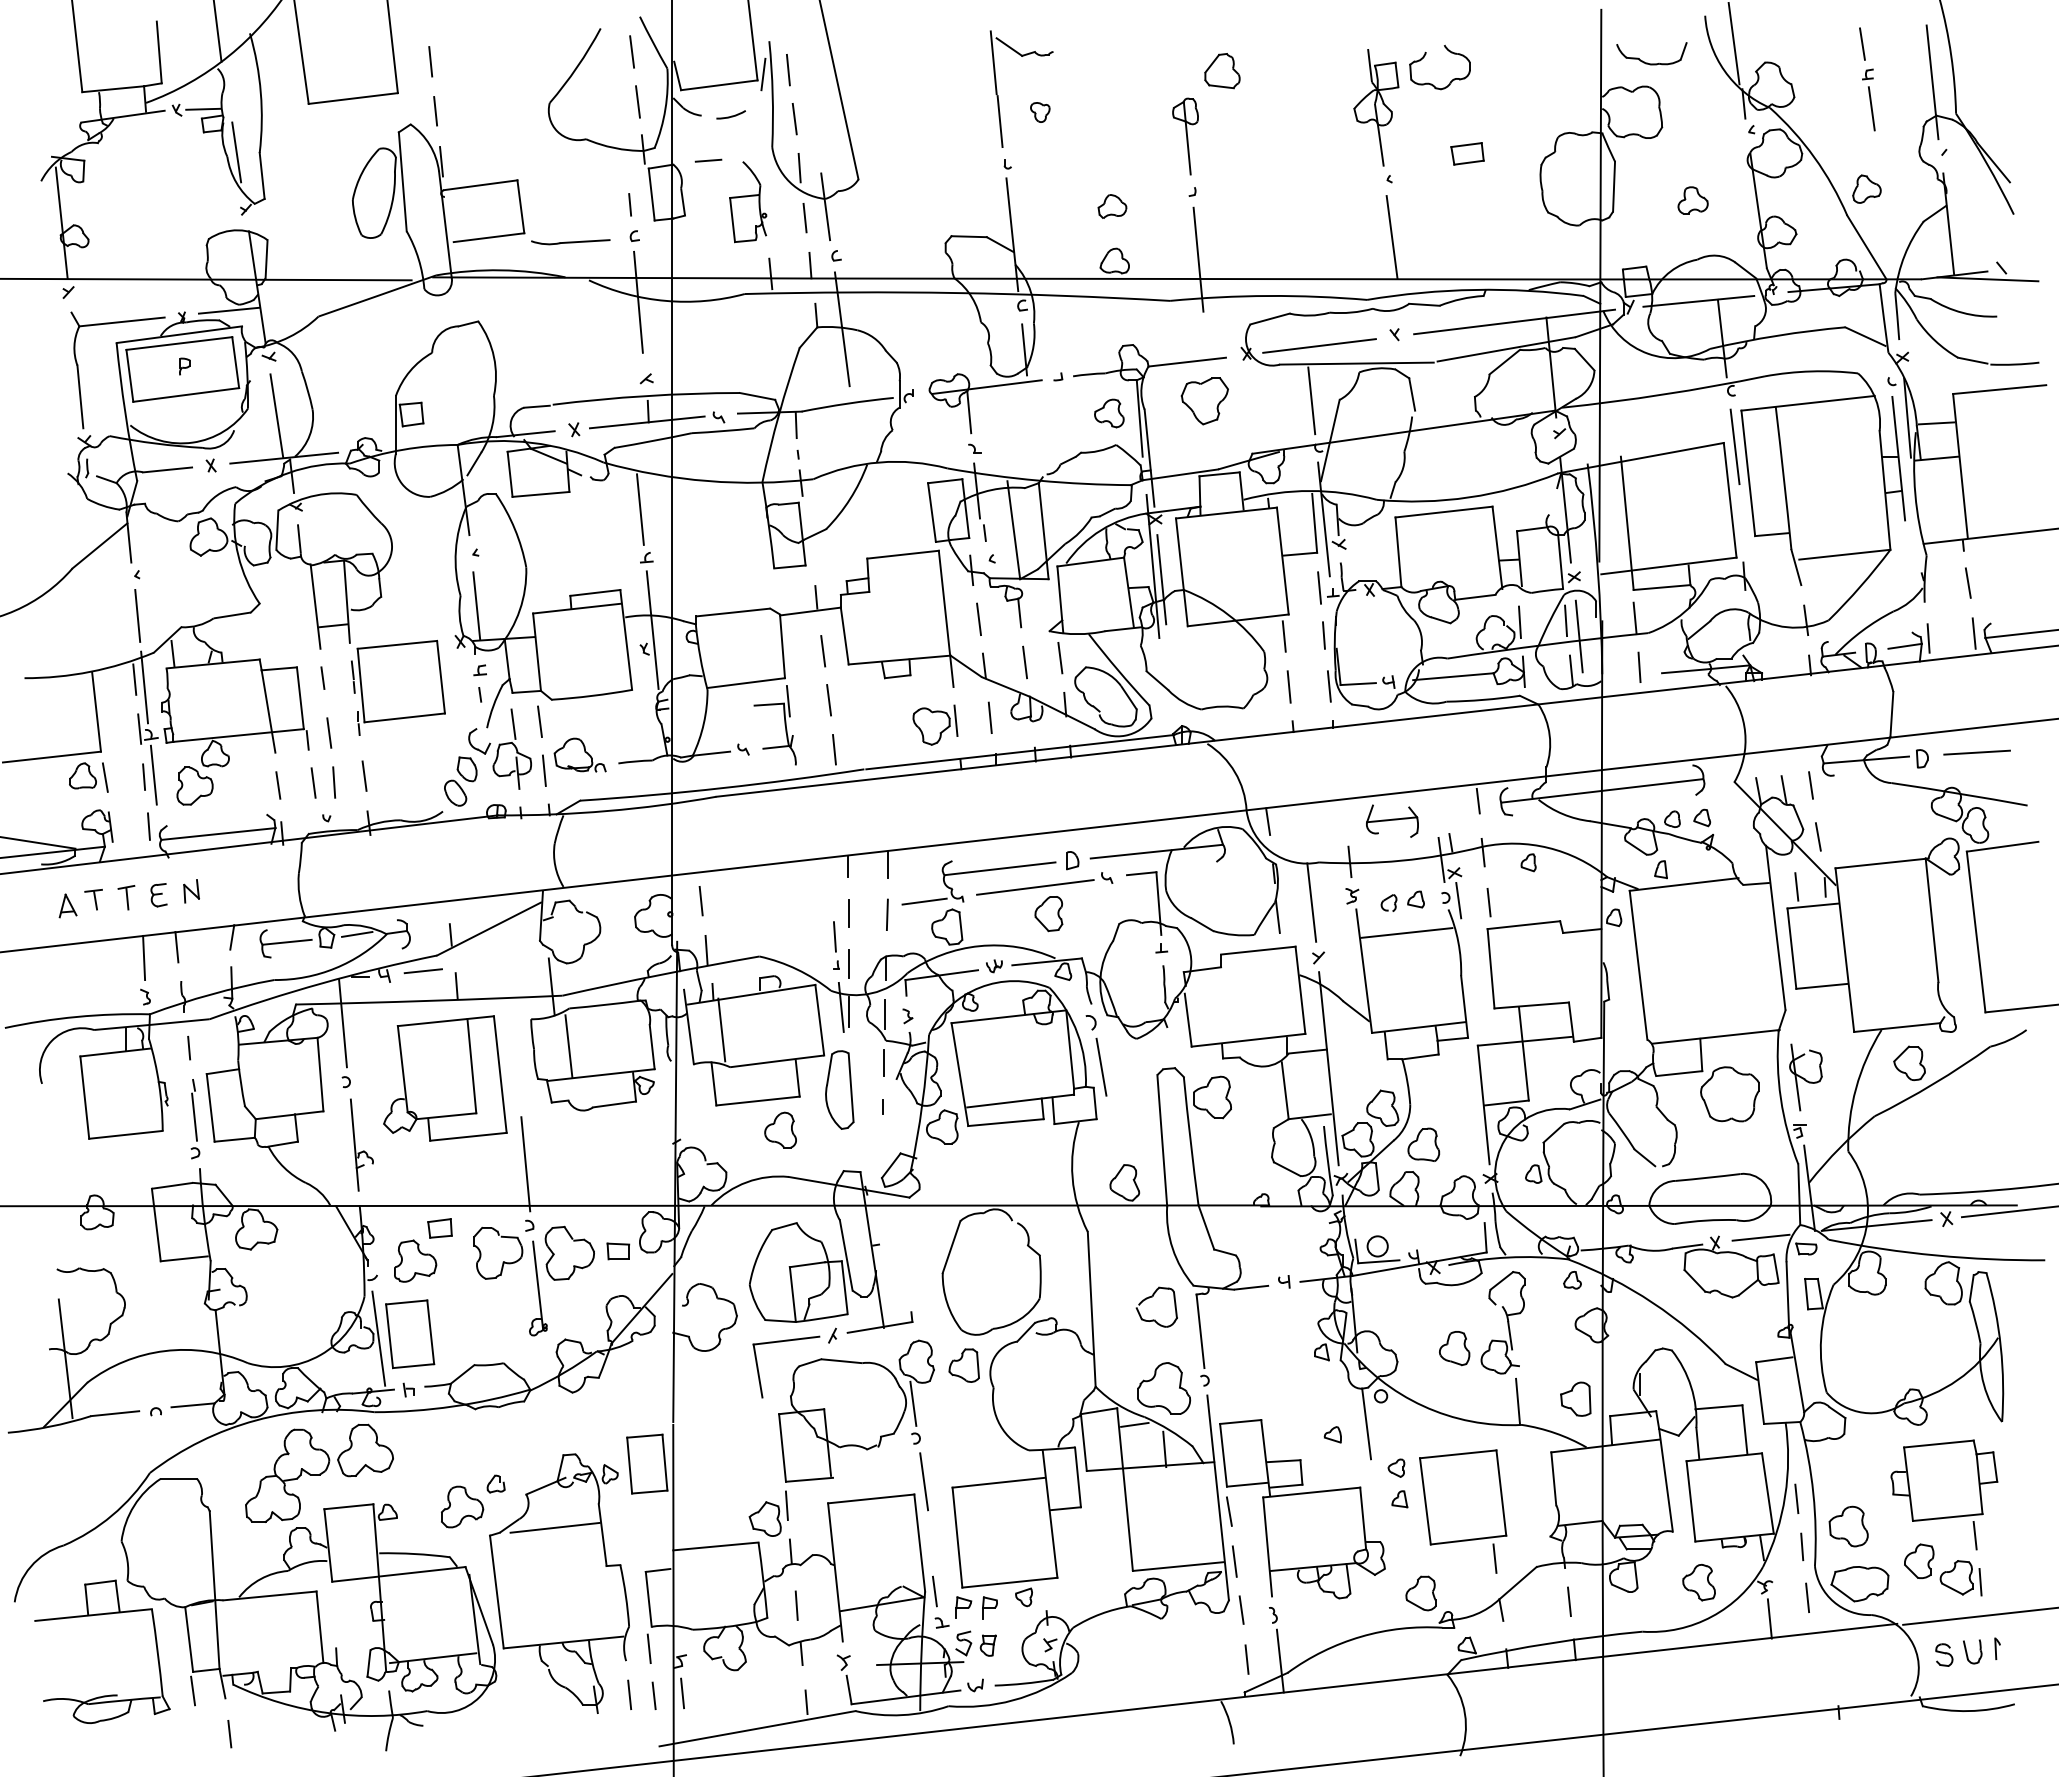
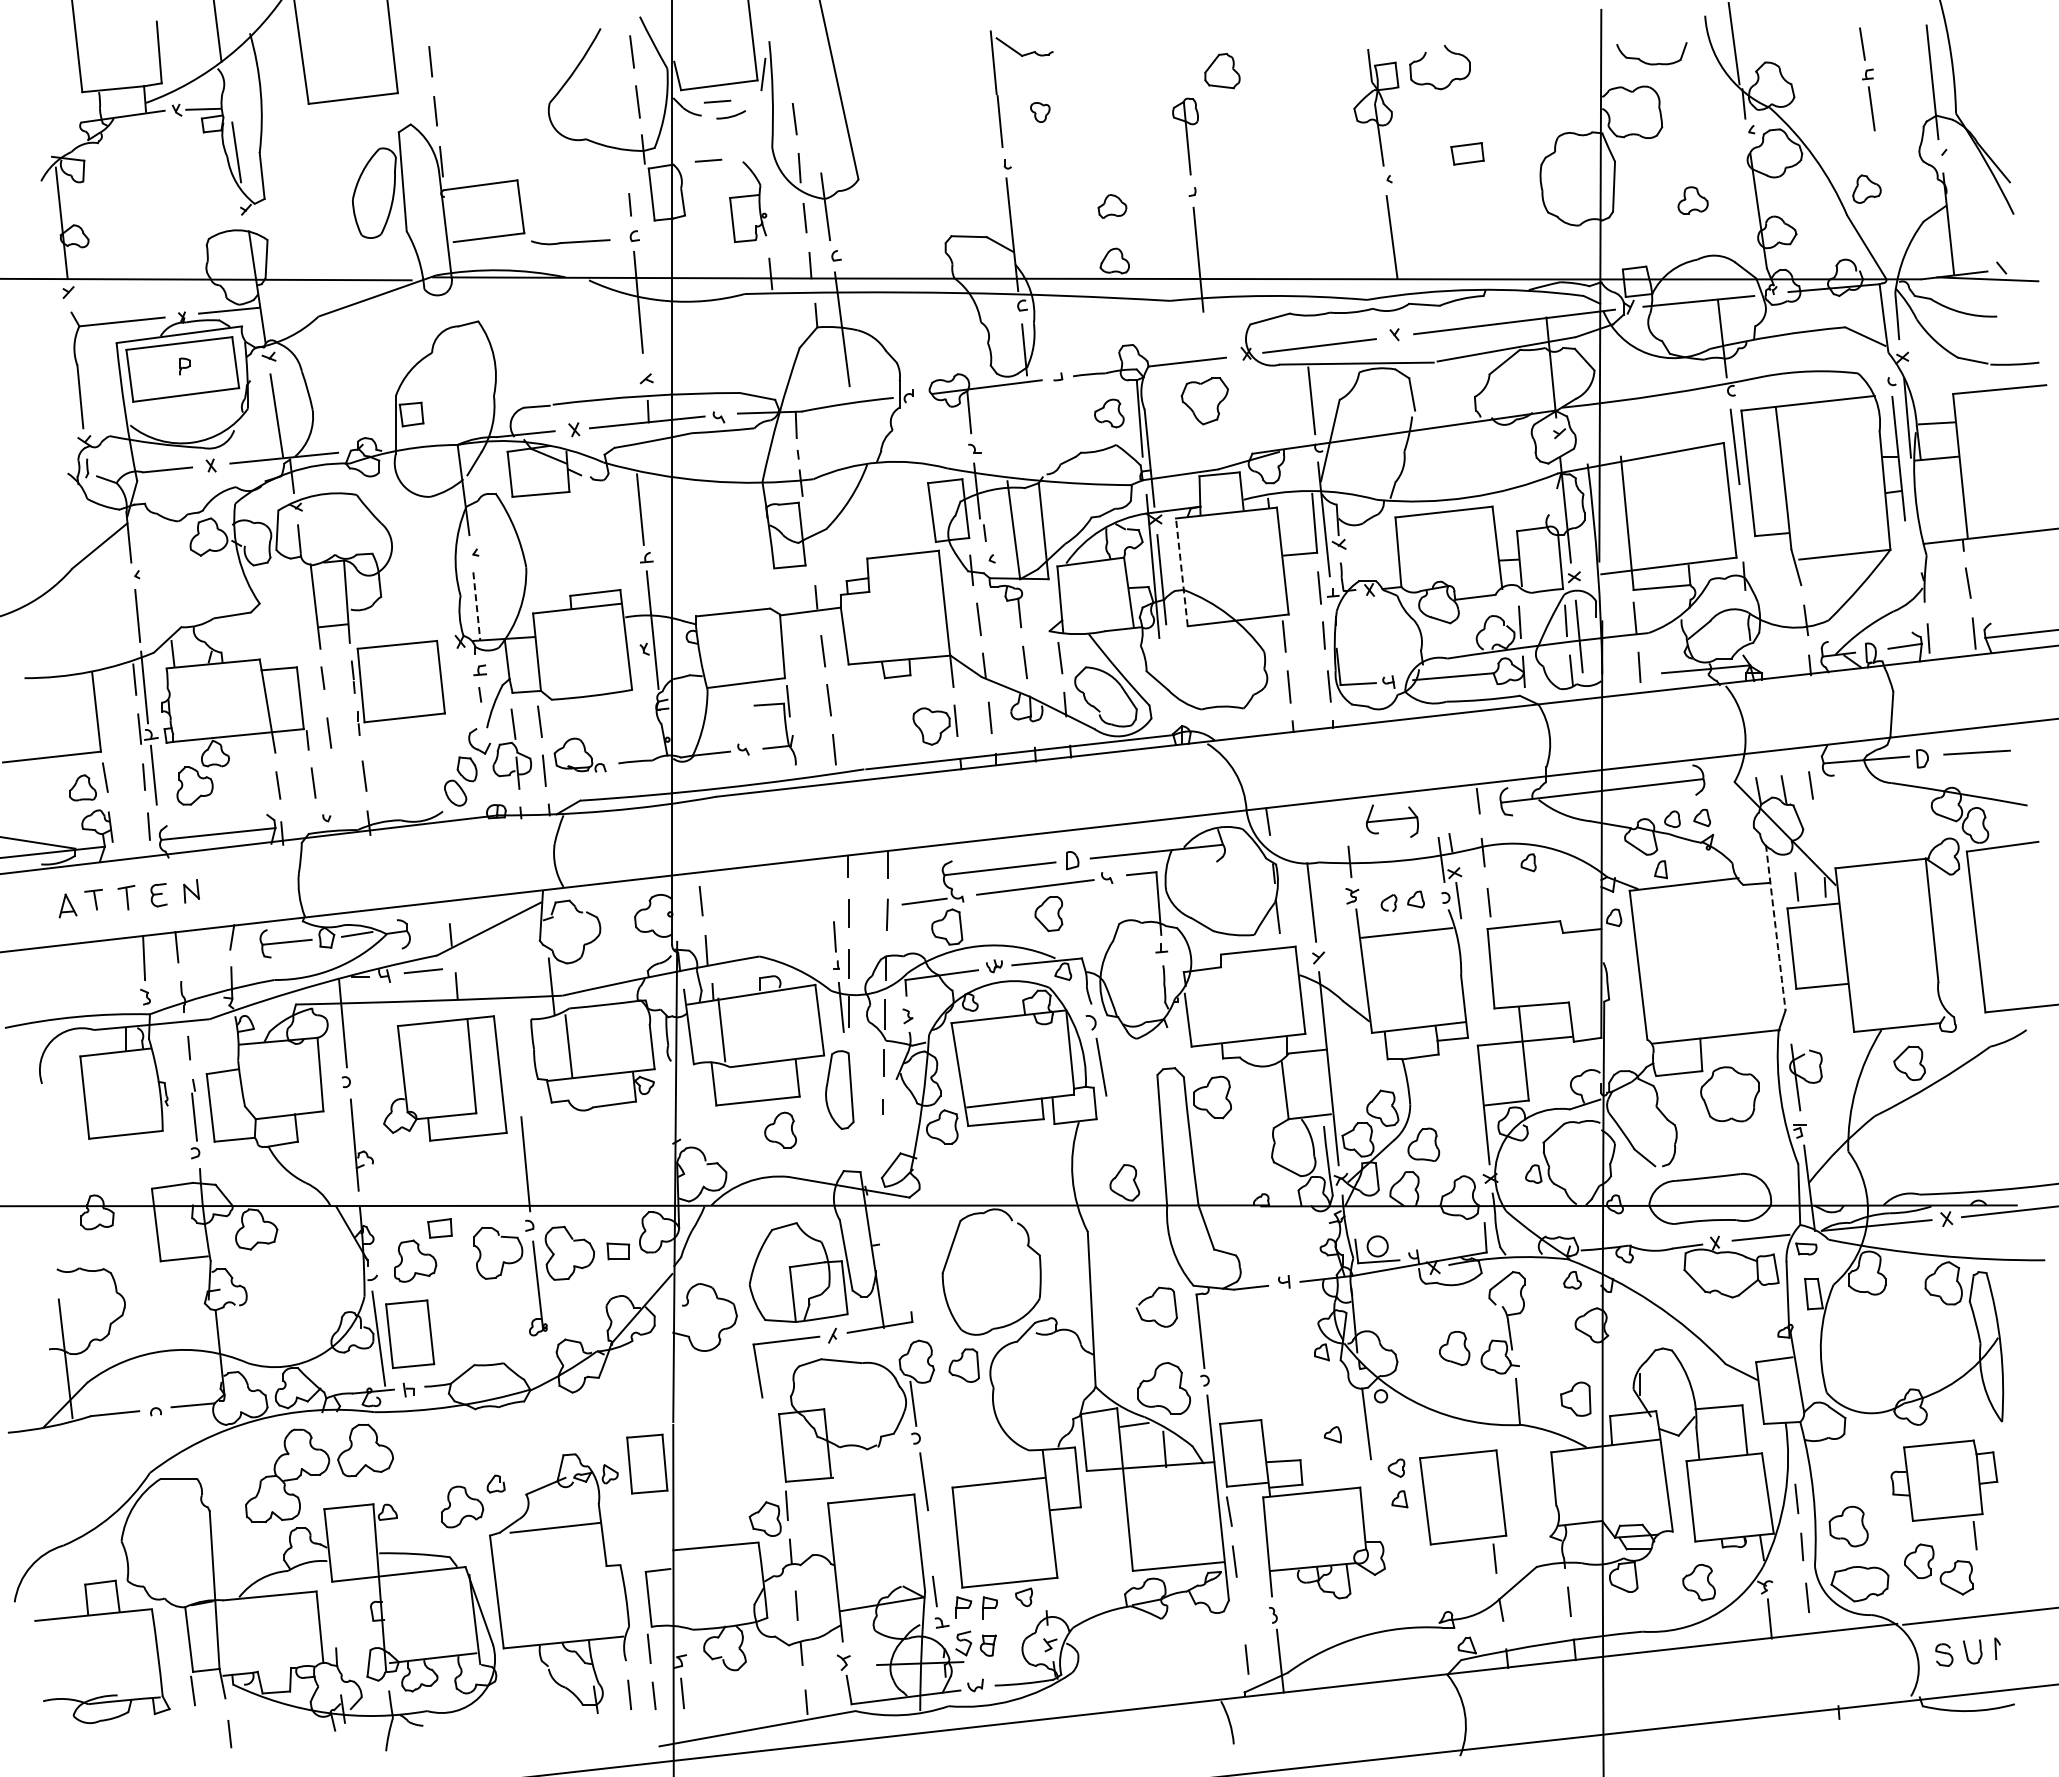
line at (787, 69): present -> none
line at (717, 101): none -> present
line at (1181, 571): solid -> dashed
line at (476, 606): solid -> dashed
part at (82, 775) position: (82, 775) -> (82, 787)
line at (334, 782): present -> none
line at (1817, 836): present -> none
arc at (1775, 927): solid -> dashed
line at (1980, 1581): present -> none
part at (1420, 1593): present -> none
line at (1241, 1609): present -> none
